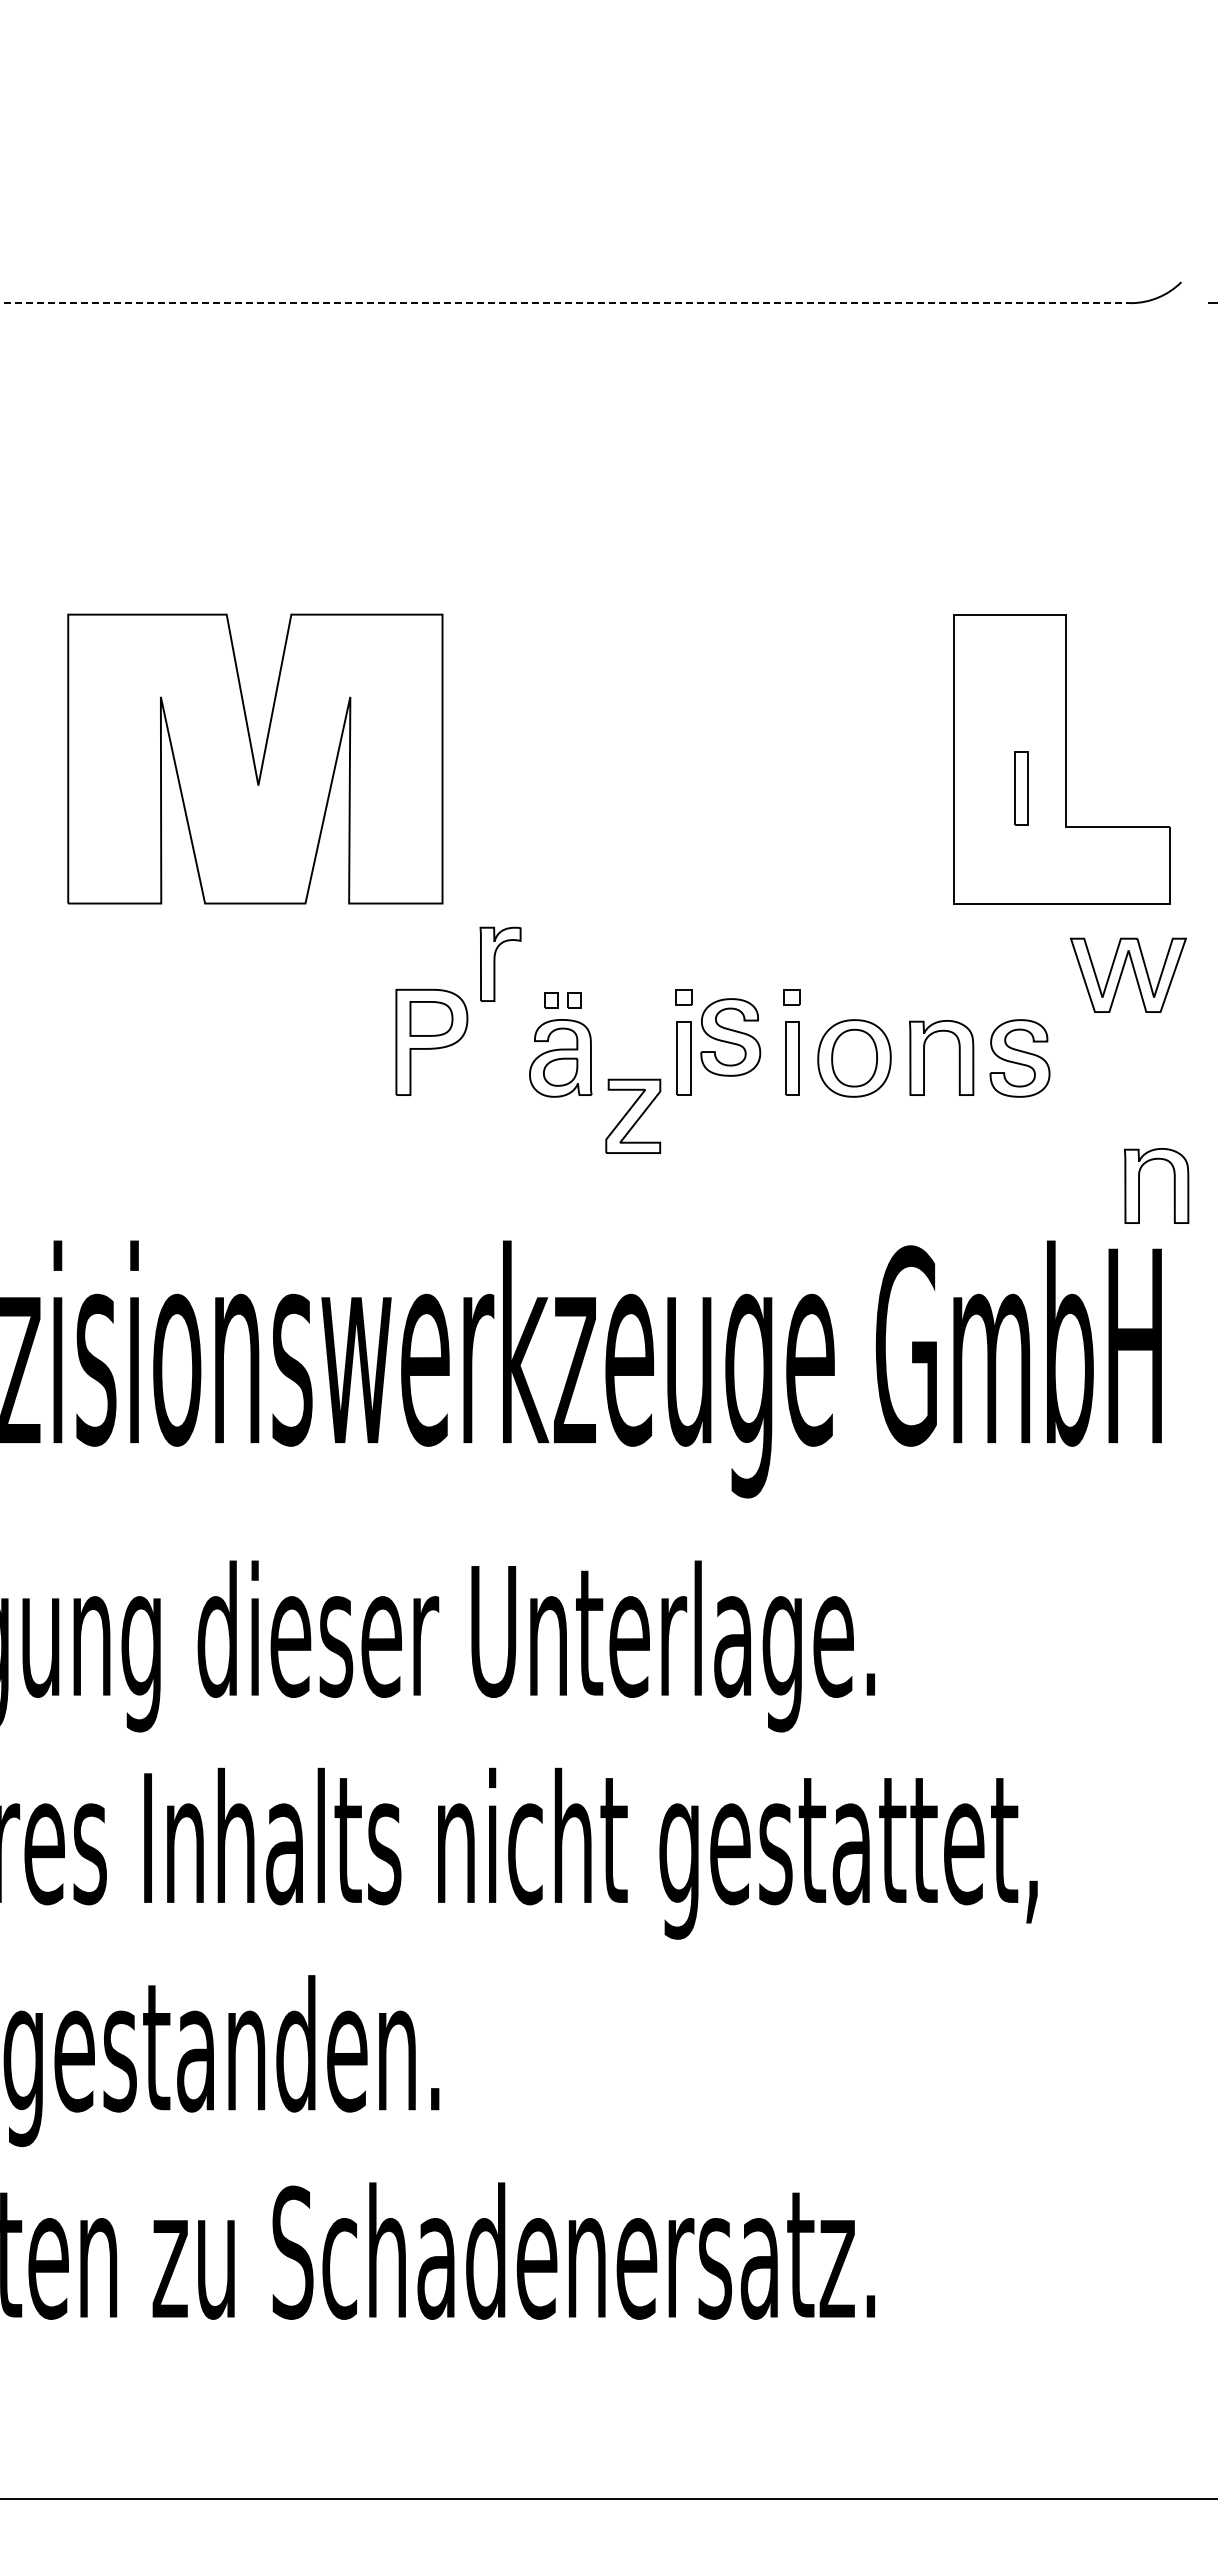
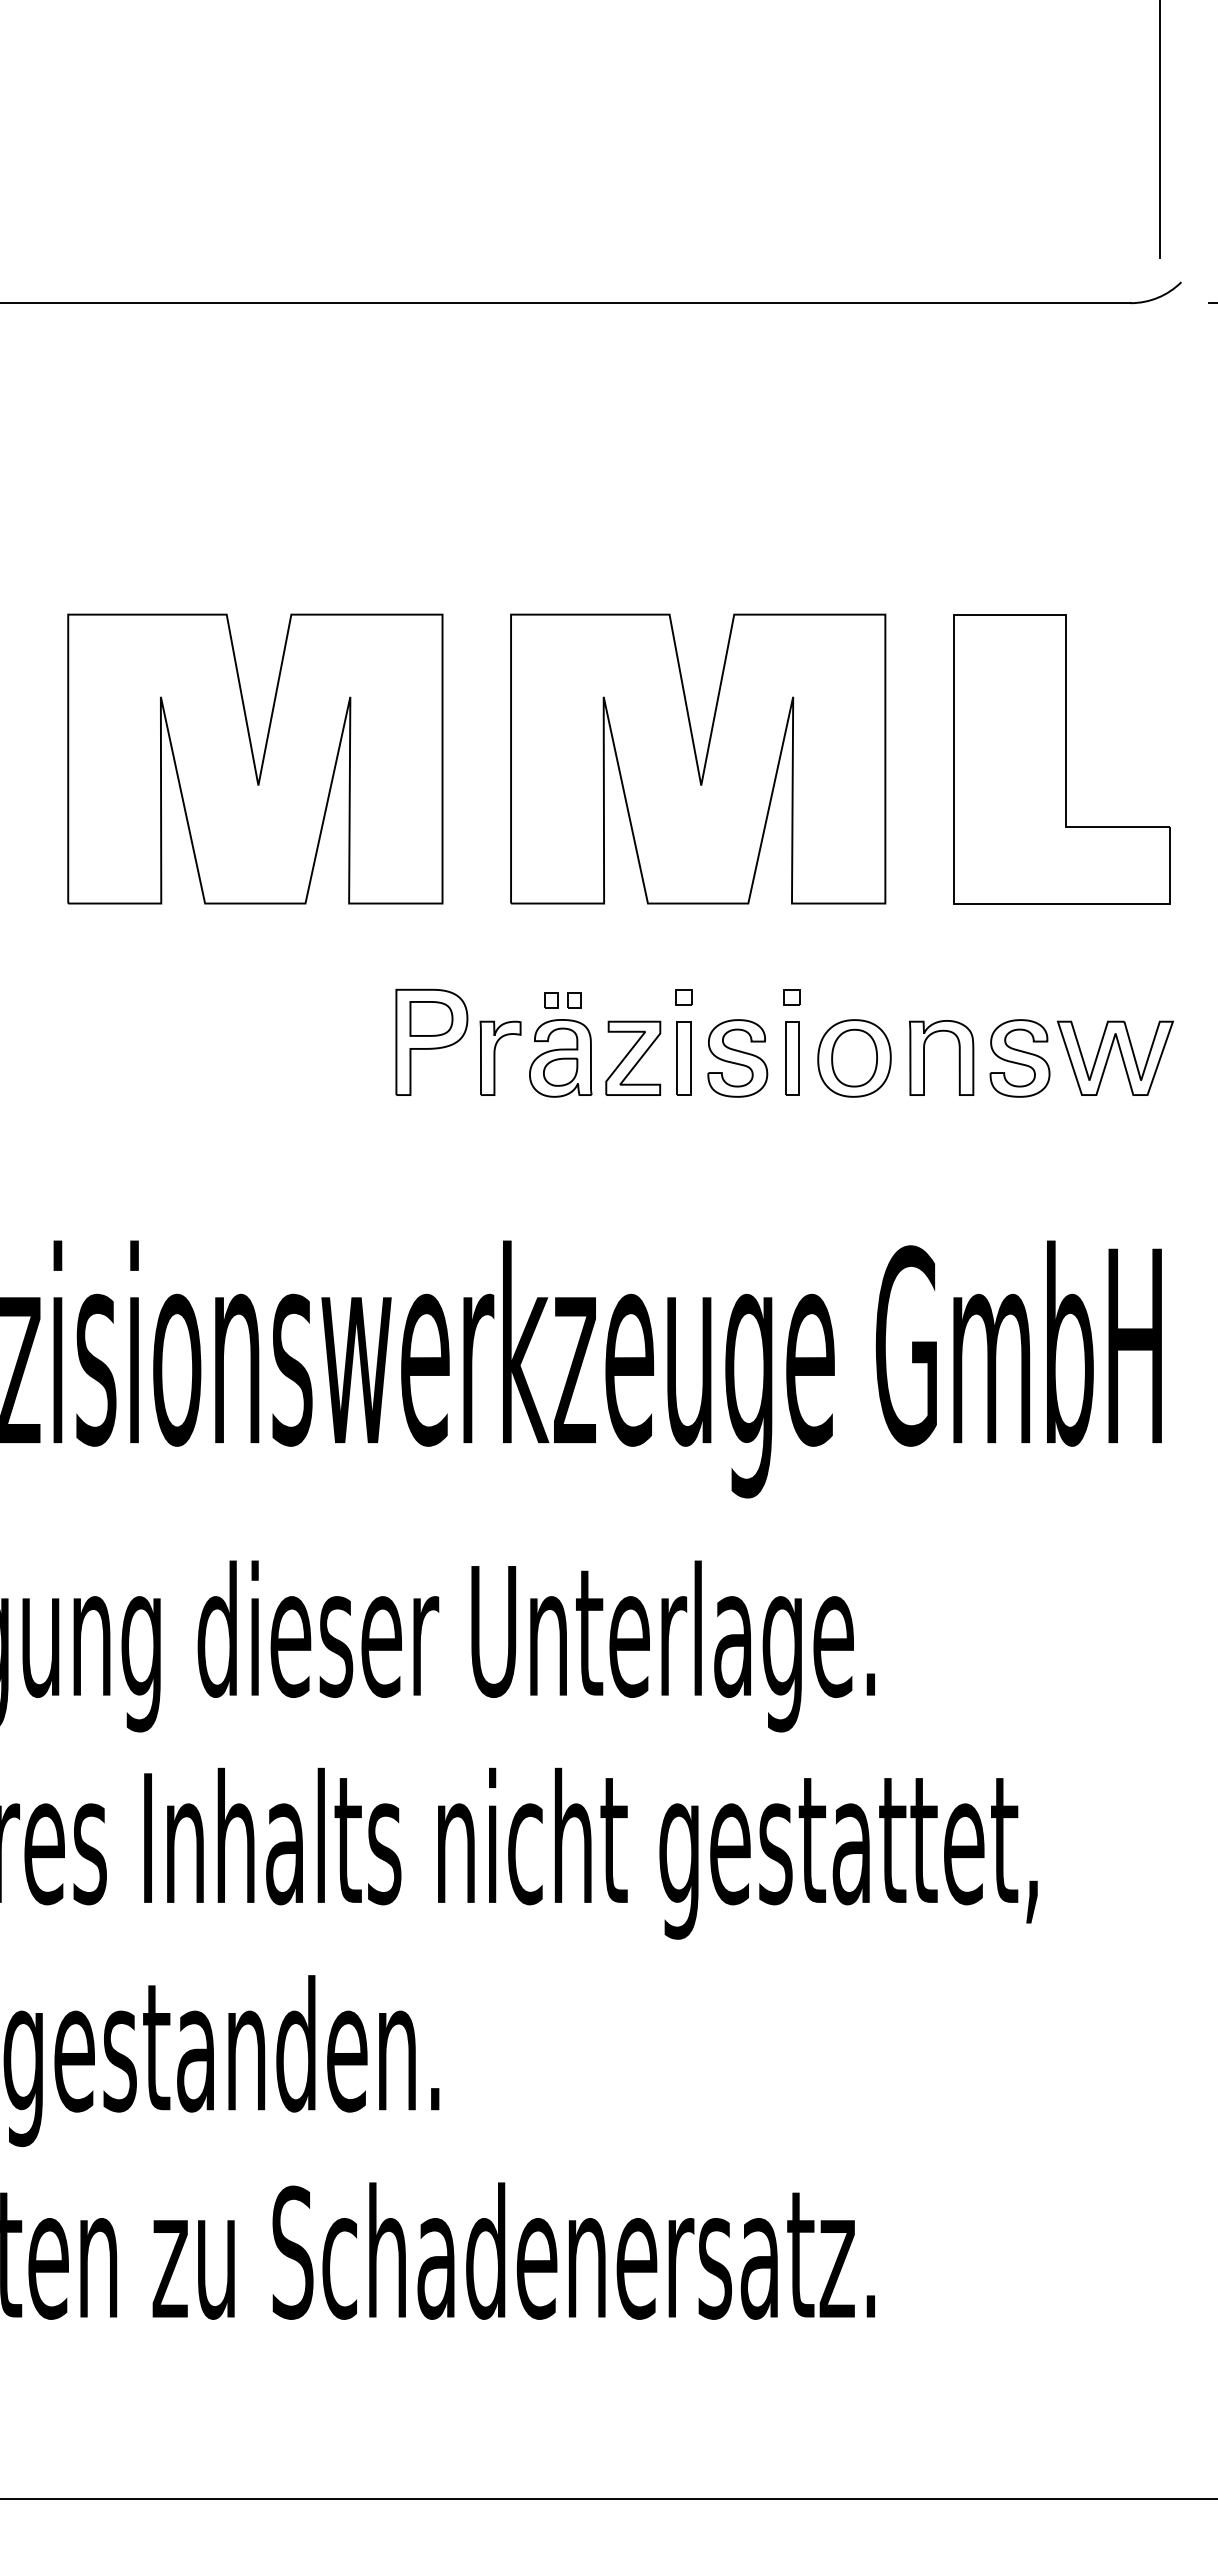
line at (1160, 130): none -> present
line at (565, 303): dashed -> solid
part at (698, 758): none -> present
part at (1021, 788): present -> none
part at (500, 963) position: (500, 963) -> (500, 1057)
part at (1128, 974) position: (1128, 974) -> (1115, 1057)
part at (730, 1037) position: (730, 1037) -> (737, 1058)
part at (633, 1115) position: (633, 1115) -> (633, 1057)
part at (1139, 1185): present -> none
